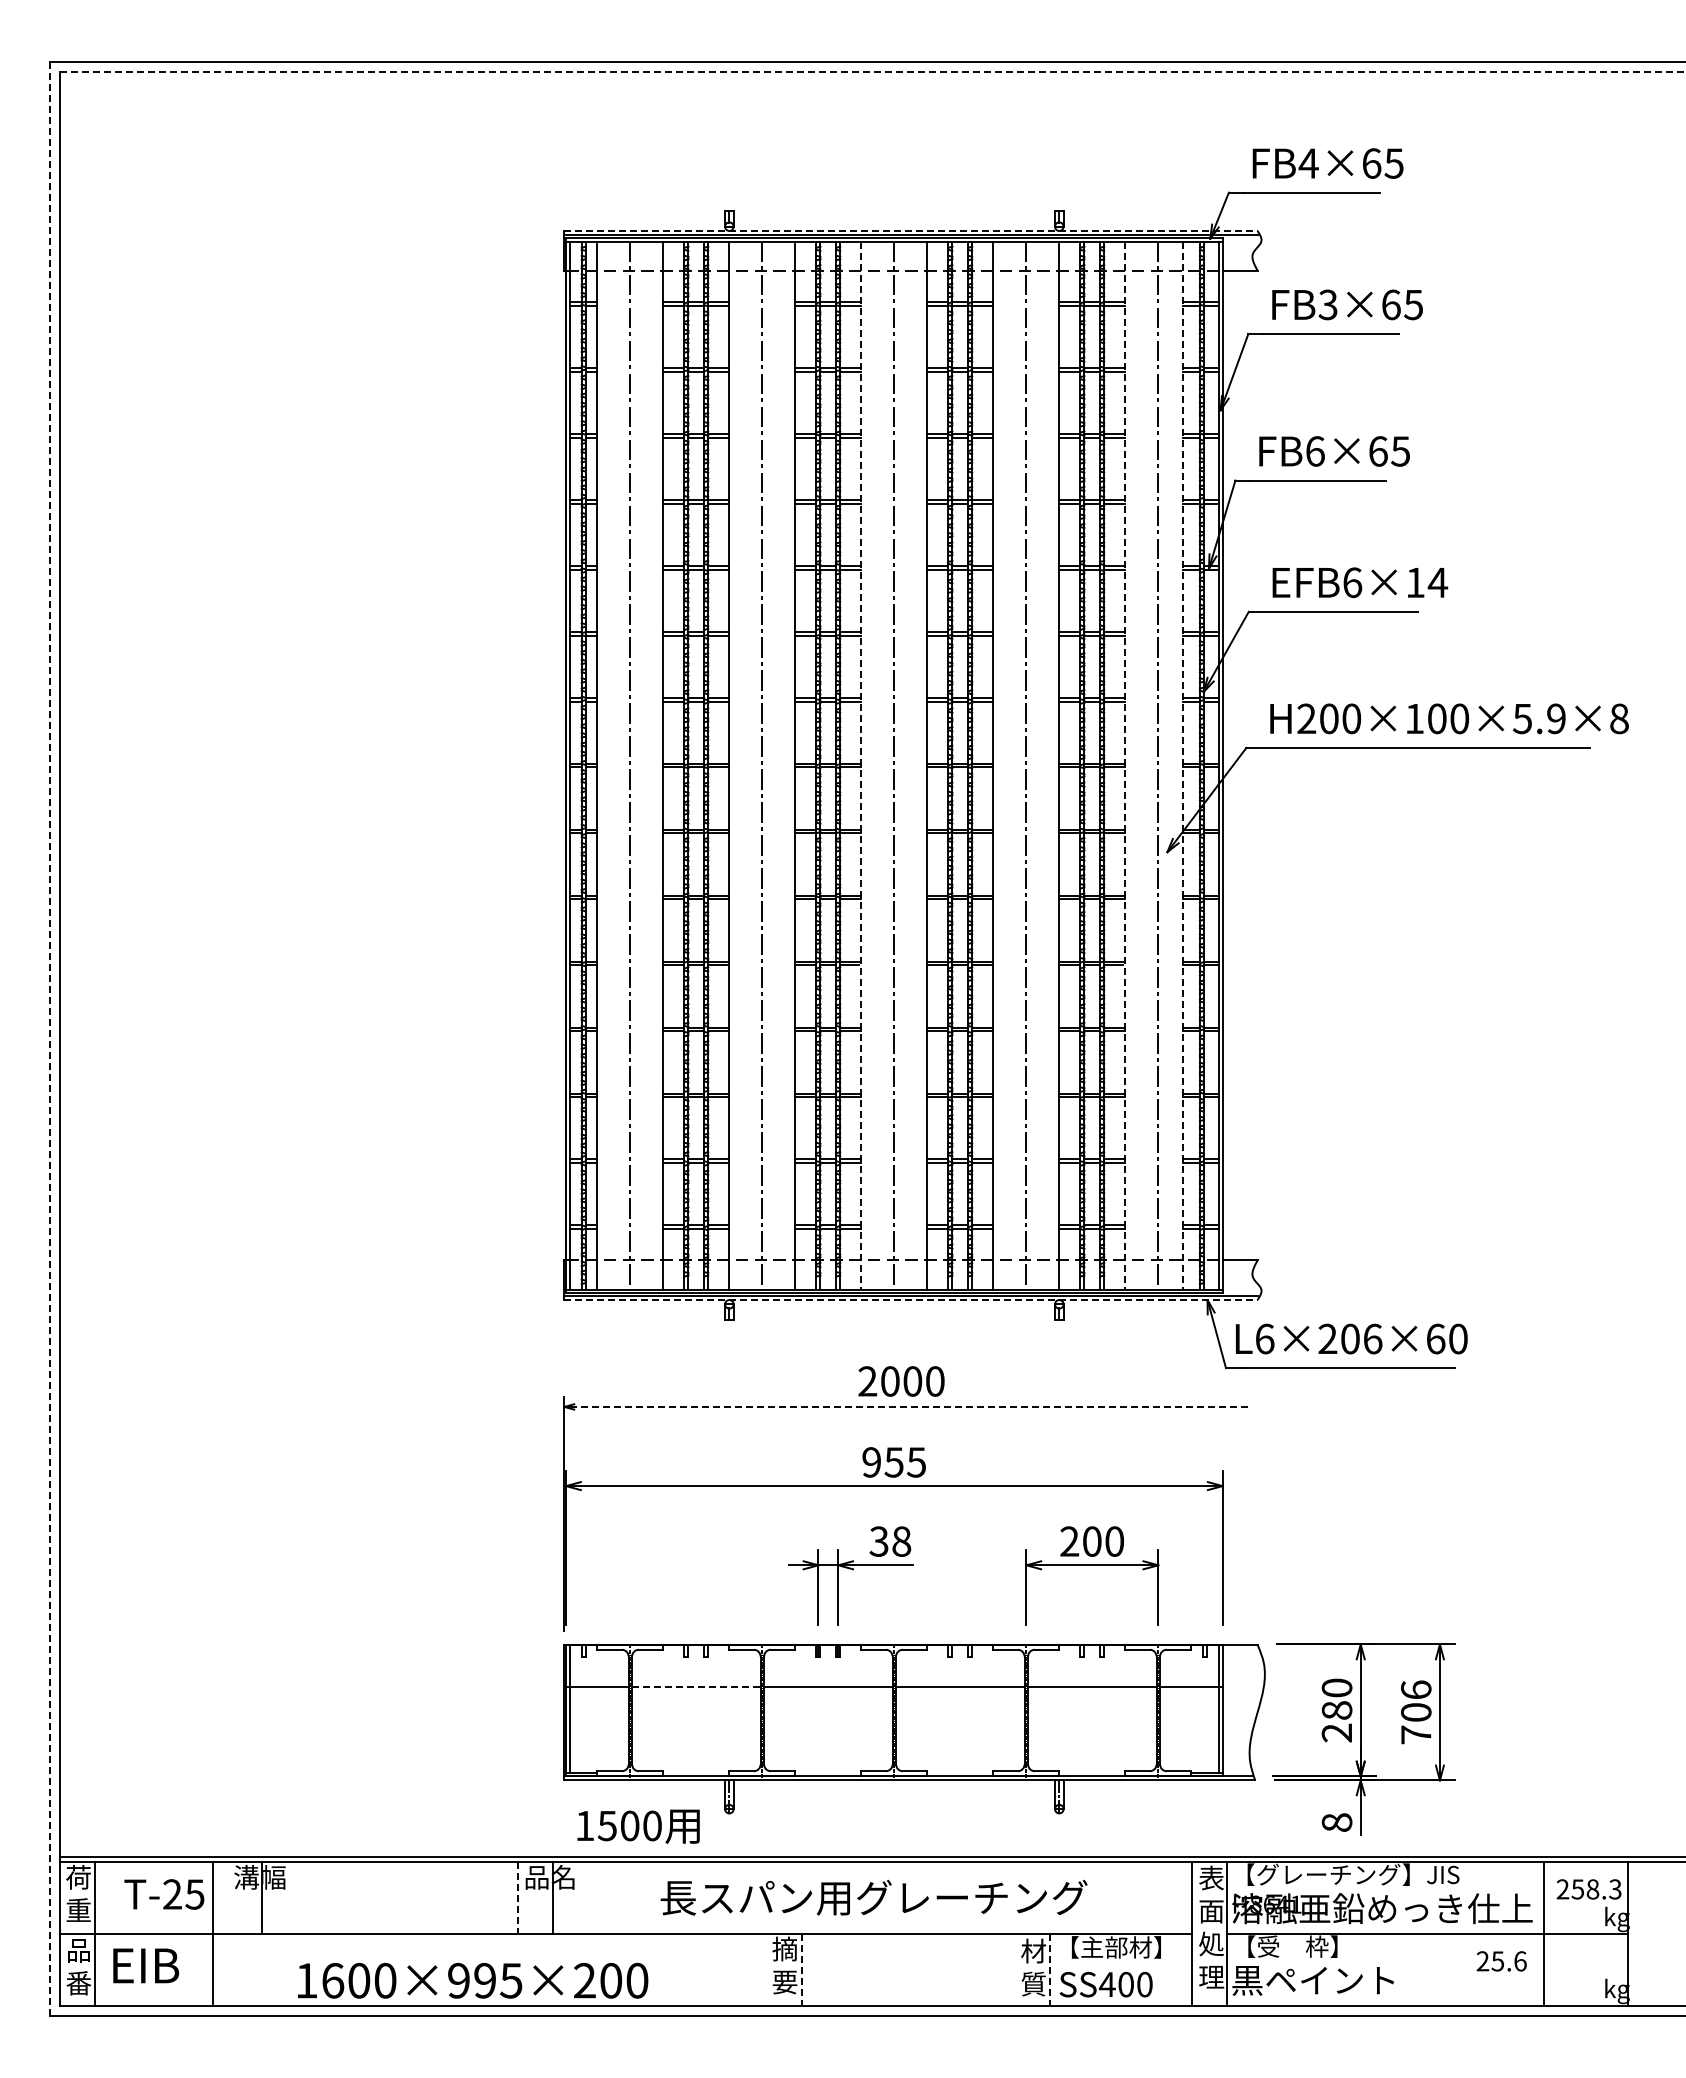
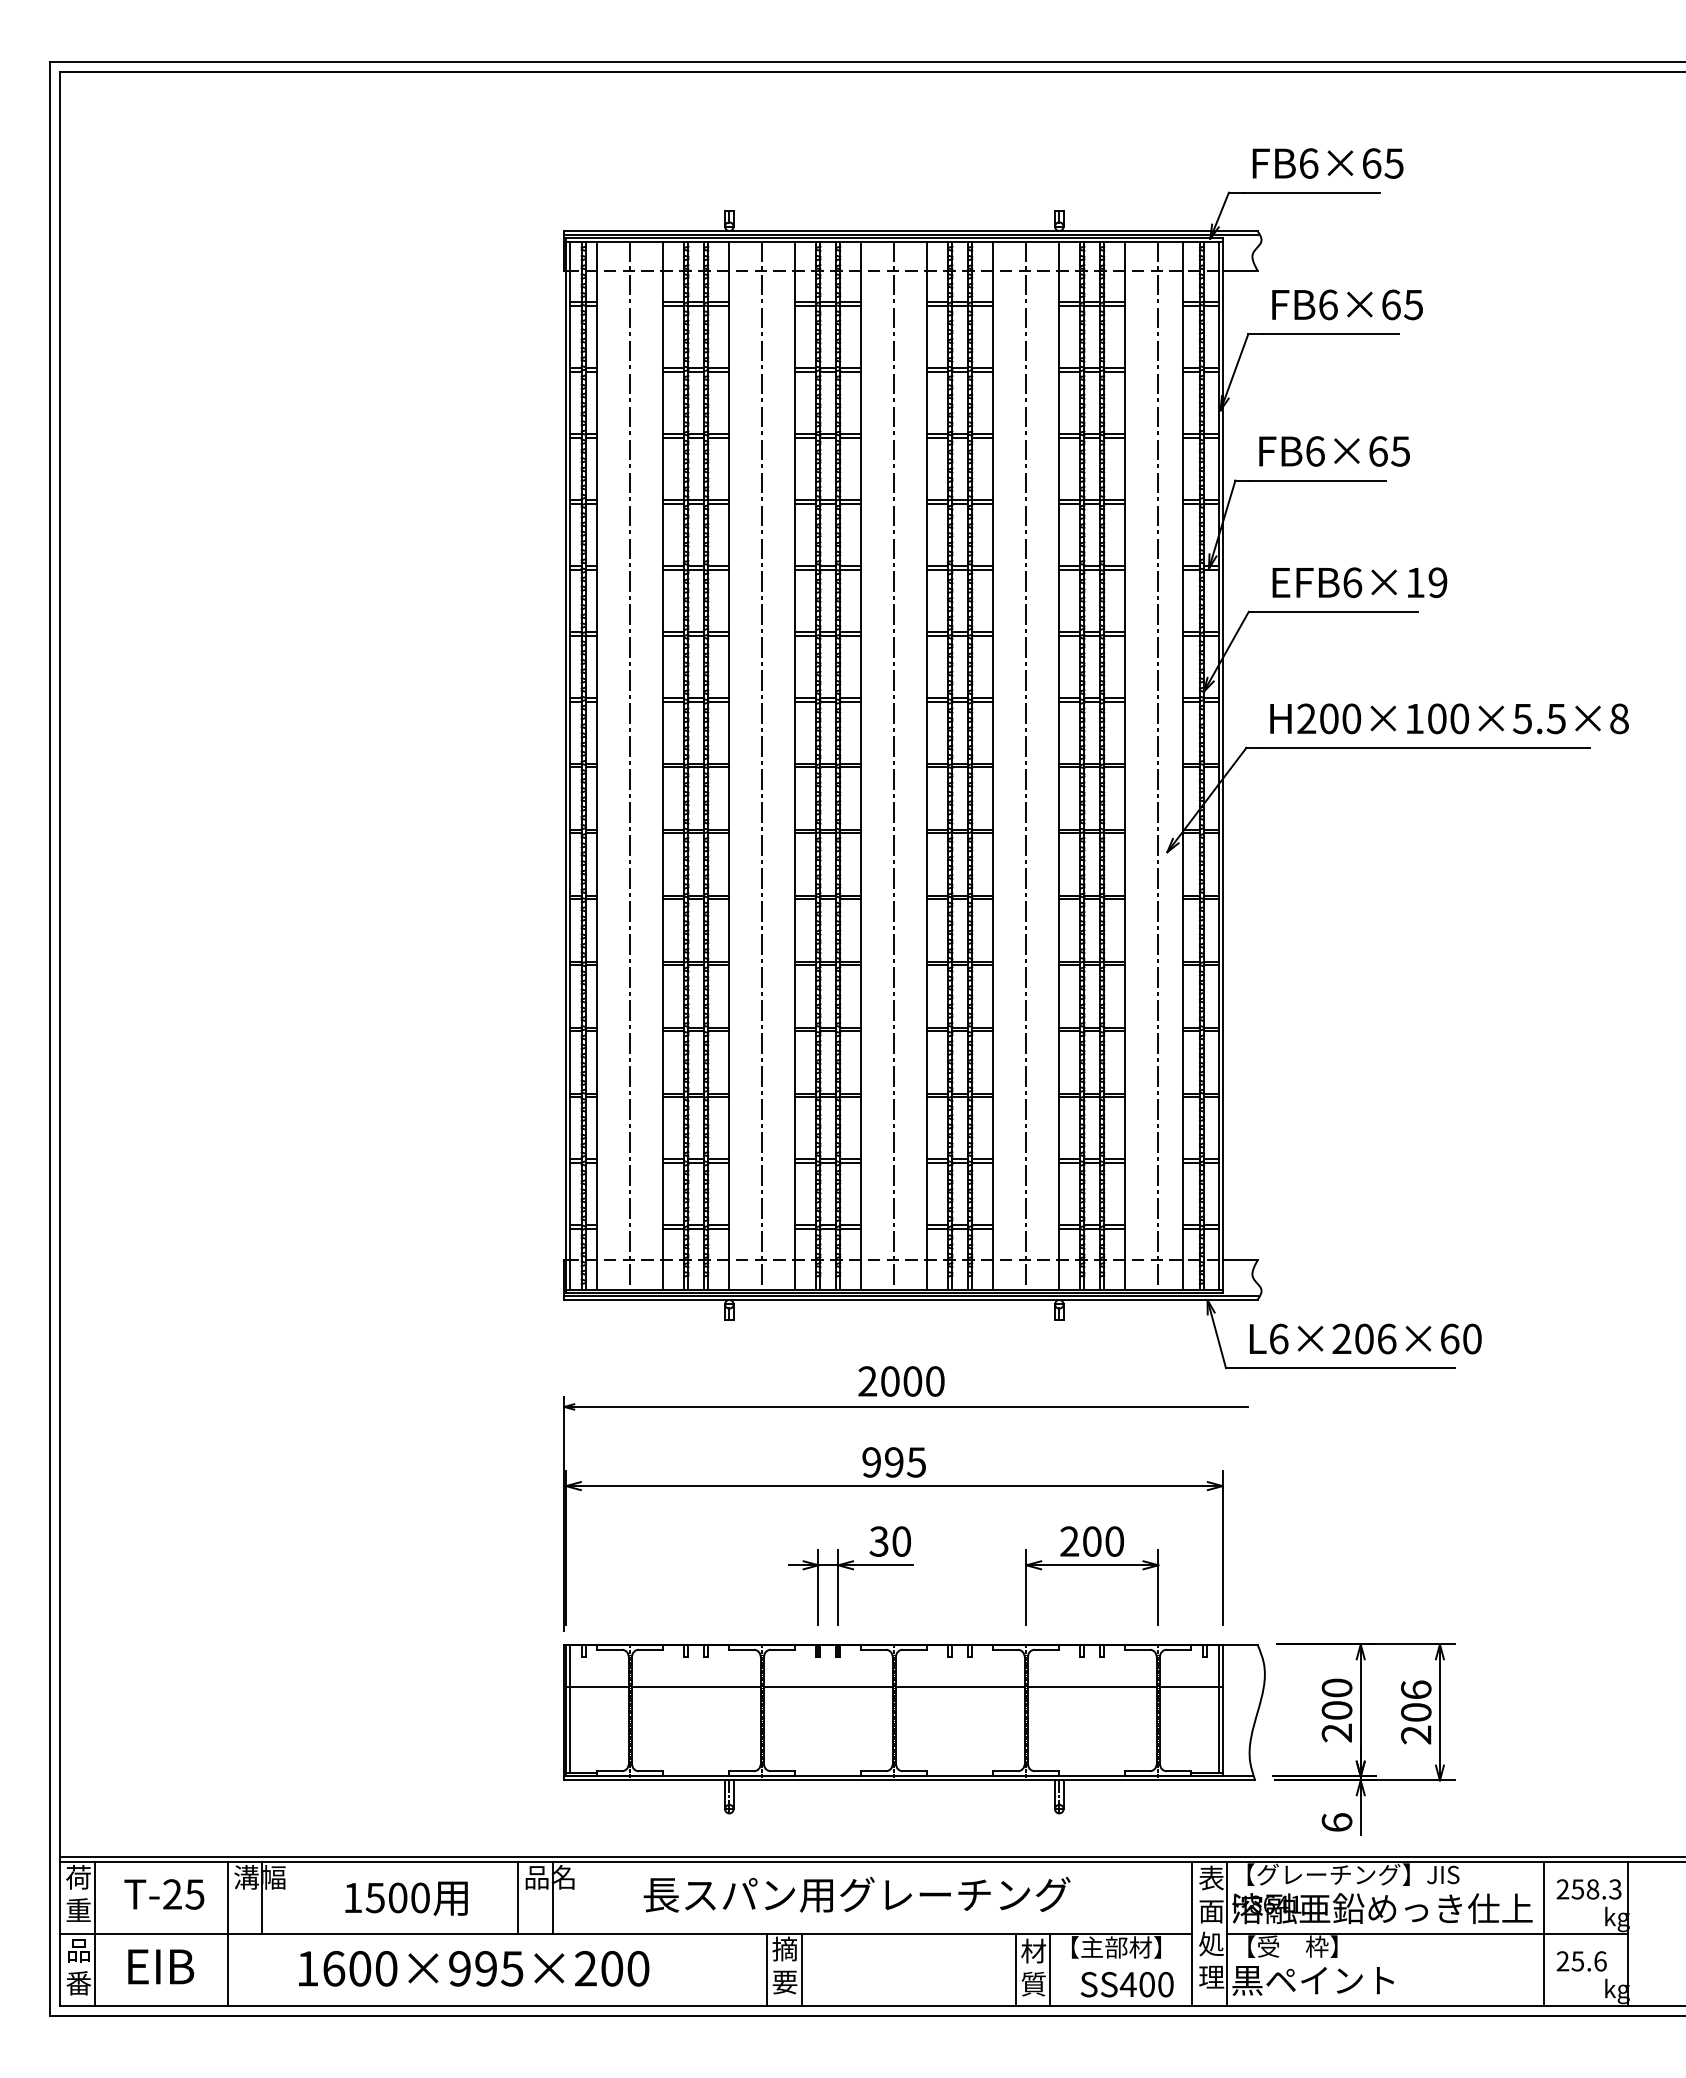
line at (873, 71): dashed -> solid
text at (1308, 163): FB4×65 -> FB6×65
line at (910, 230): dashed -> solid
text at (1327, 304): FB3×65 -> FB6×65
text at (1437, 582): EFB6×14 -> EFB6×19
text at (1555, 718): H200×100×5.9×8 -> H200×100×5.5×8
line at (861, 765): dashed -> solid
line at (1125, 765): dashed -> solid
line at (1183, 765): dashed -> solid
line at (50, 1039): dashed -> solid
line at (910, 1300): dashed -> solid
text at (1351, 1338) position: (1351, 1338) -> (1365, 1338)
line at (910, 1406): dashed -> solid
text at (893, 1462): 955 -> 995
text at (901, 1541): 38 -> 30
line at (695, 1687): dashed -> solid
text at (1337, 1710): 280 -> 200
text at (1416, 1734): 706 -> 206
text at (1336, 1822): 8 -> 6
text at (638, 1826) position: (638, 1826) -> (406, 1898)
line at (518, 1897): dashed -> solid
text at (873, 1897) position: (873, 1897) -> (856, 1894)
line at (212, 1933) position: (212, 1933) -> (227, 1933)
text at (1501, 1961) position: (1501, 1961) -> (1581, 1961)
text at (146, 1965) position: (146, 1965) -> (161, 1966)
line at (766, 1969): none -> present
line at (801, 1969): dashed -> solid
line at (1015, 1969): none -> present
line at (1050, 1969): dashed -> solid
text at (473, 1980) position: (473, 1980) -> (474, 1968)
text at (1105, 1984) position: (1105, 1984) -> (1126, 1984)
